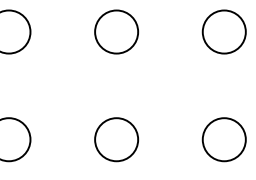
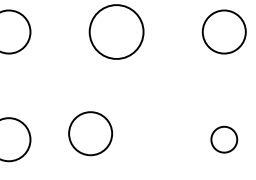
circle at (116, 31) diameter: 43 px -> 54 px
circle at (116, 139) position: (116, 139) -> (90, 133)
circle at (223, 139) diameter: 43 px -> 26 px
